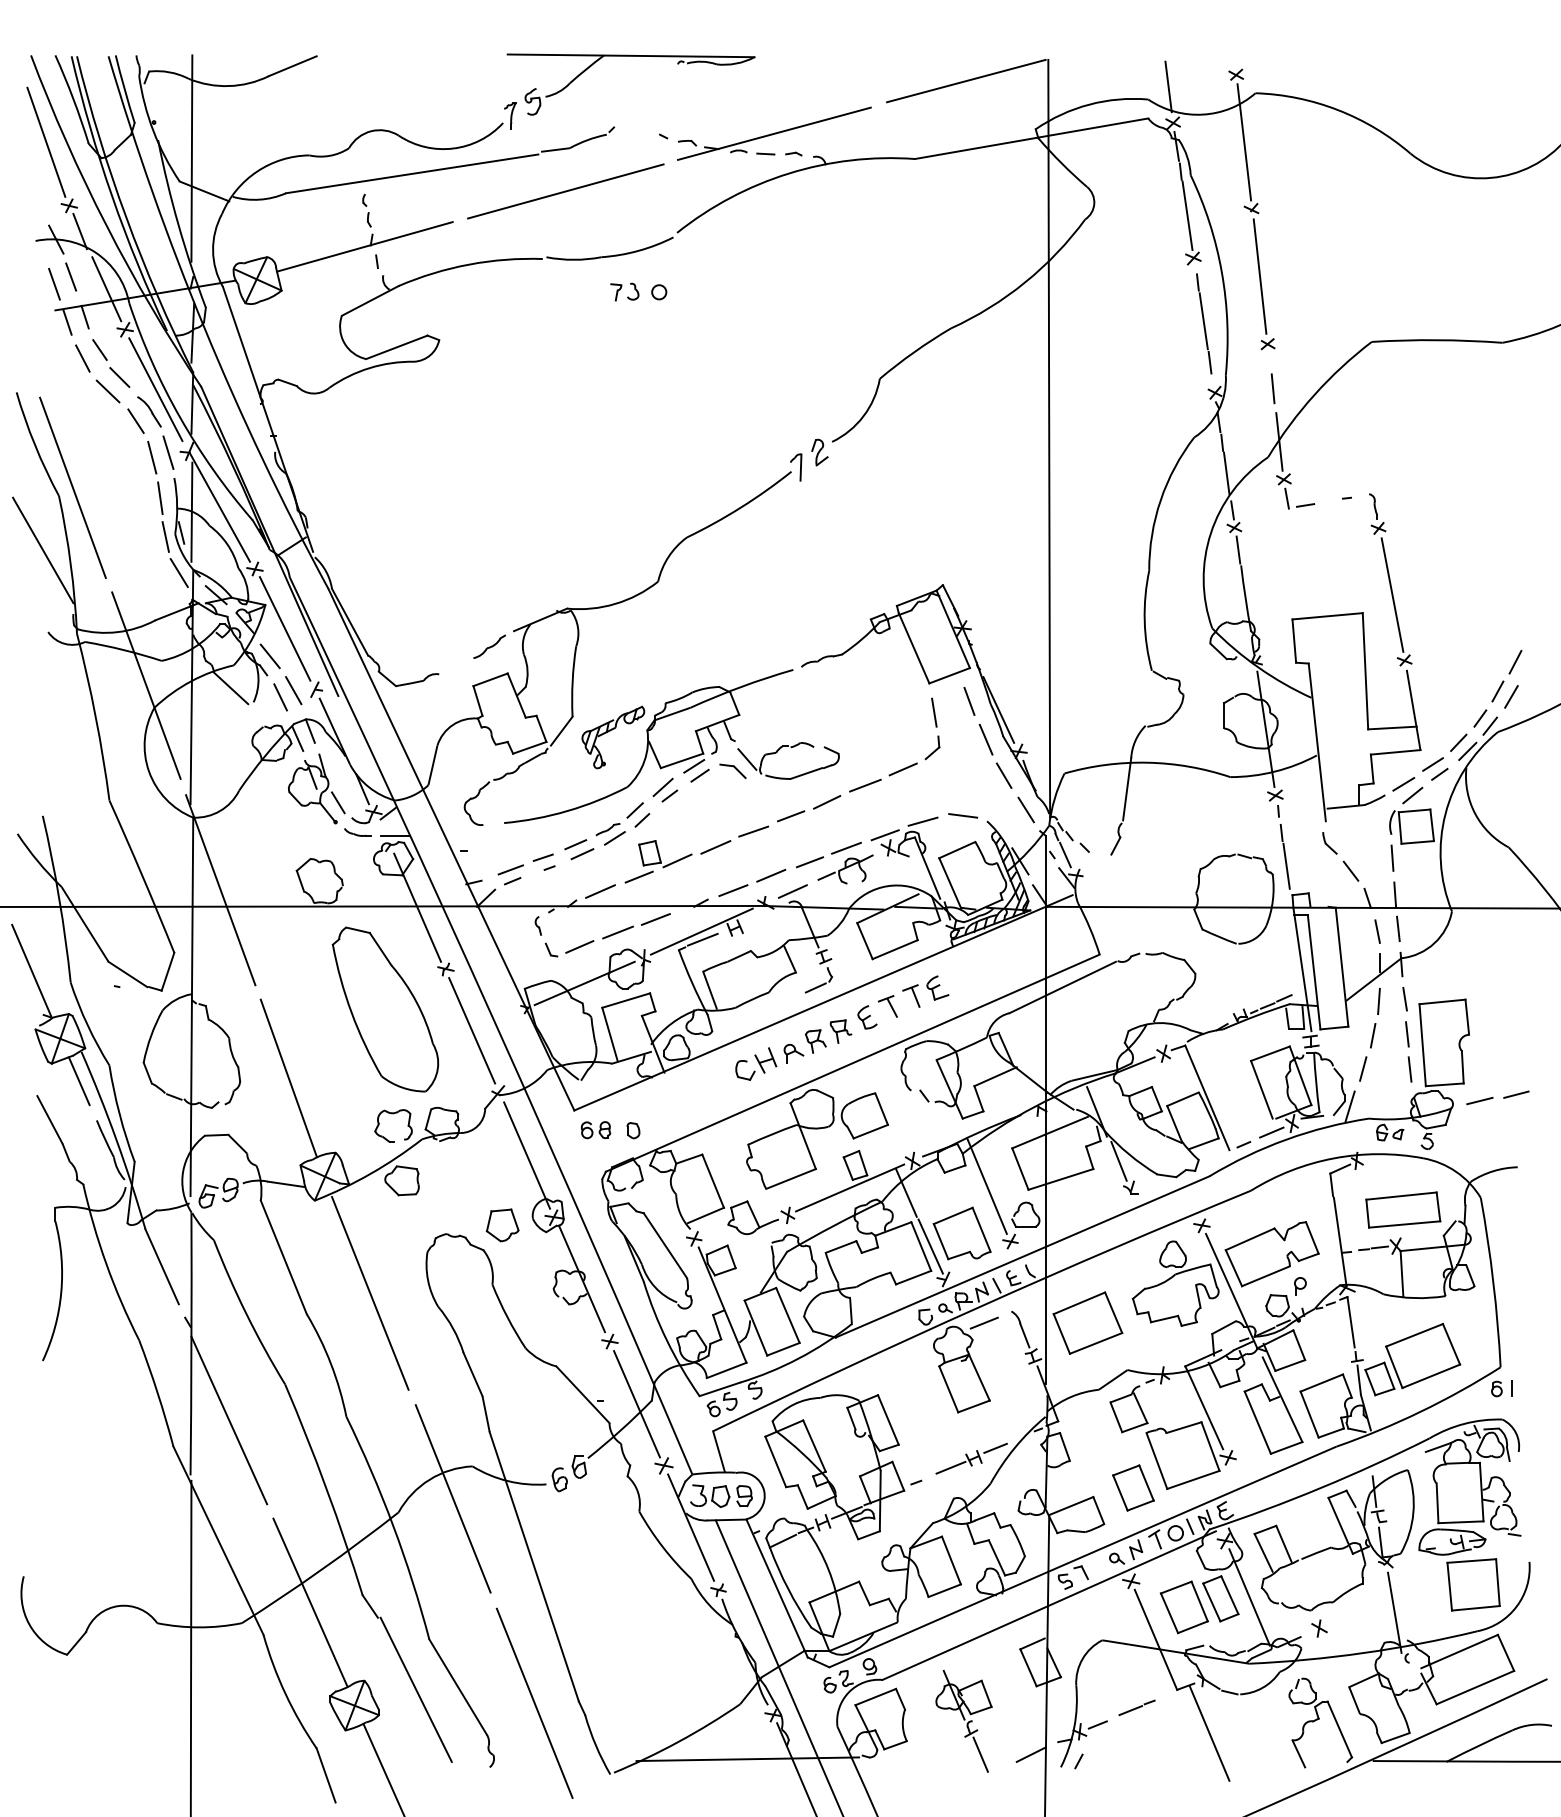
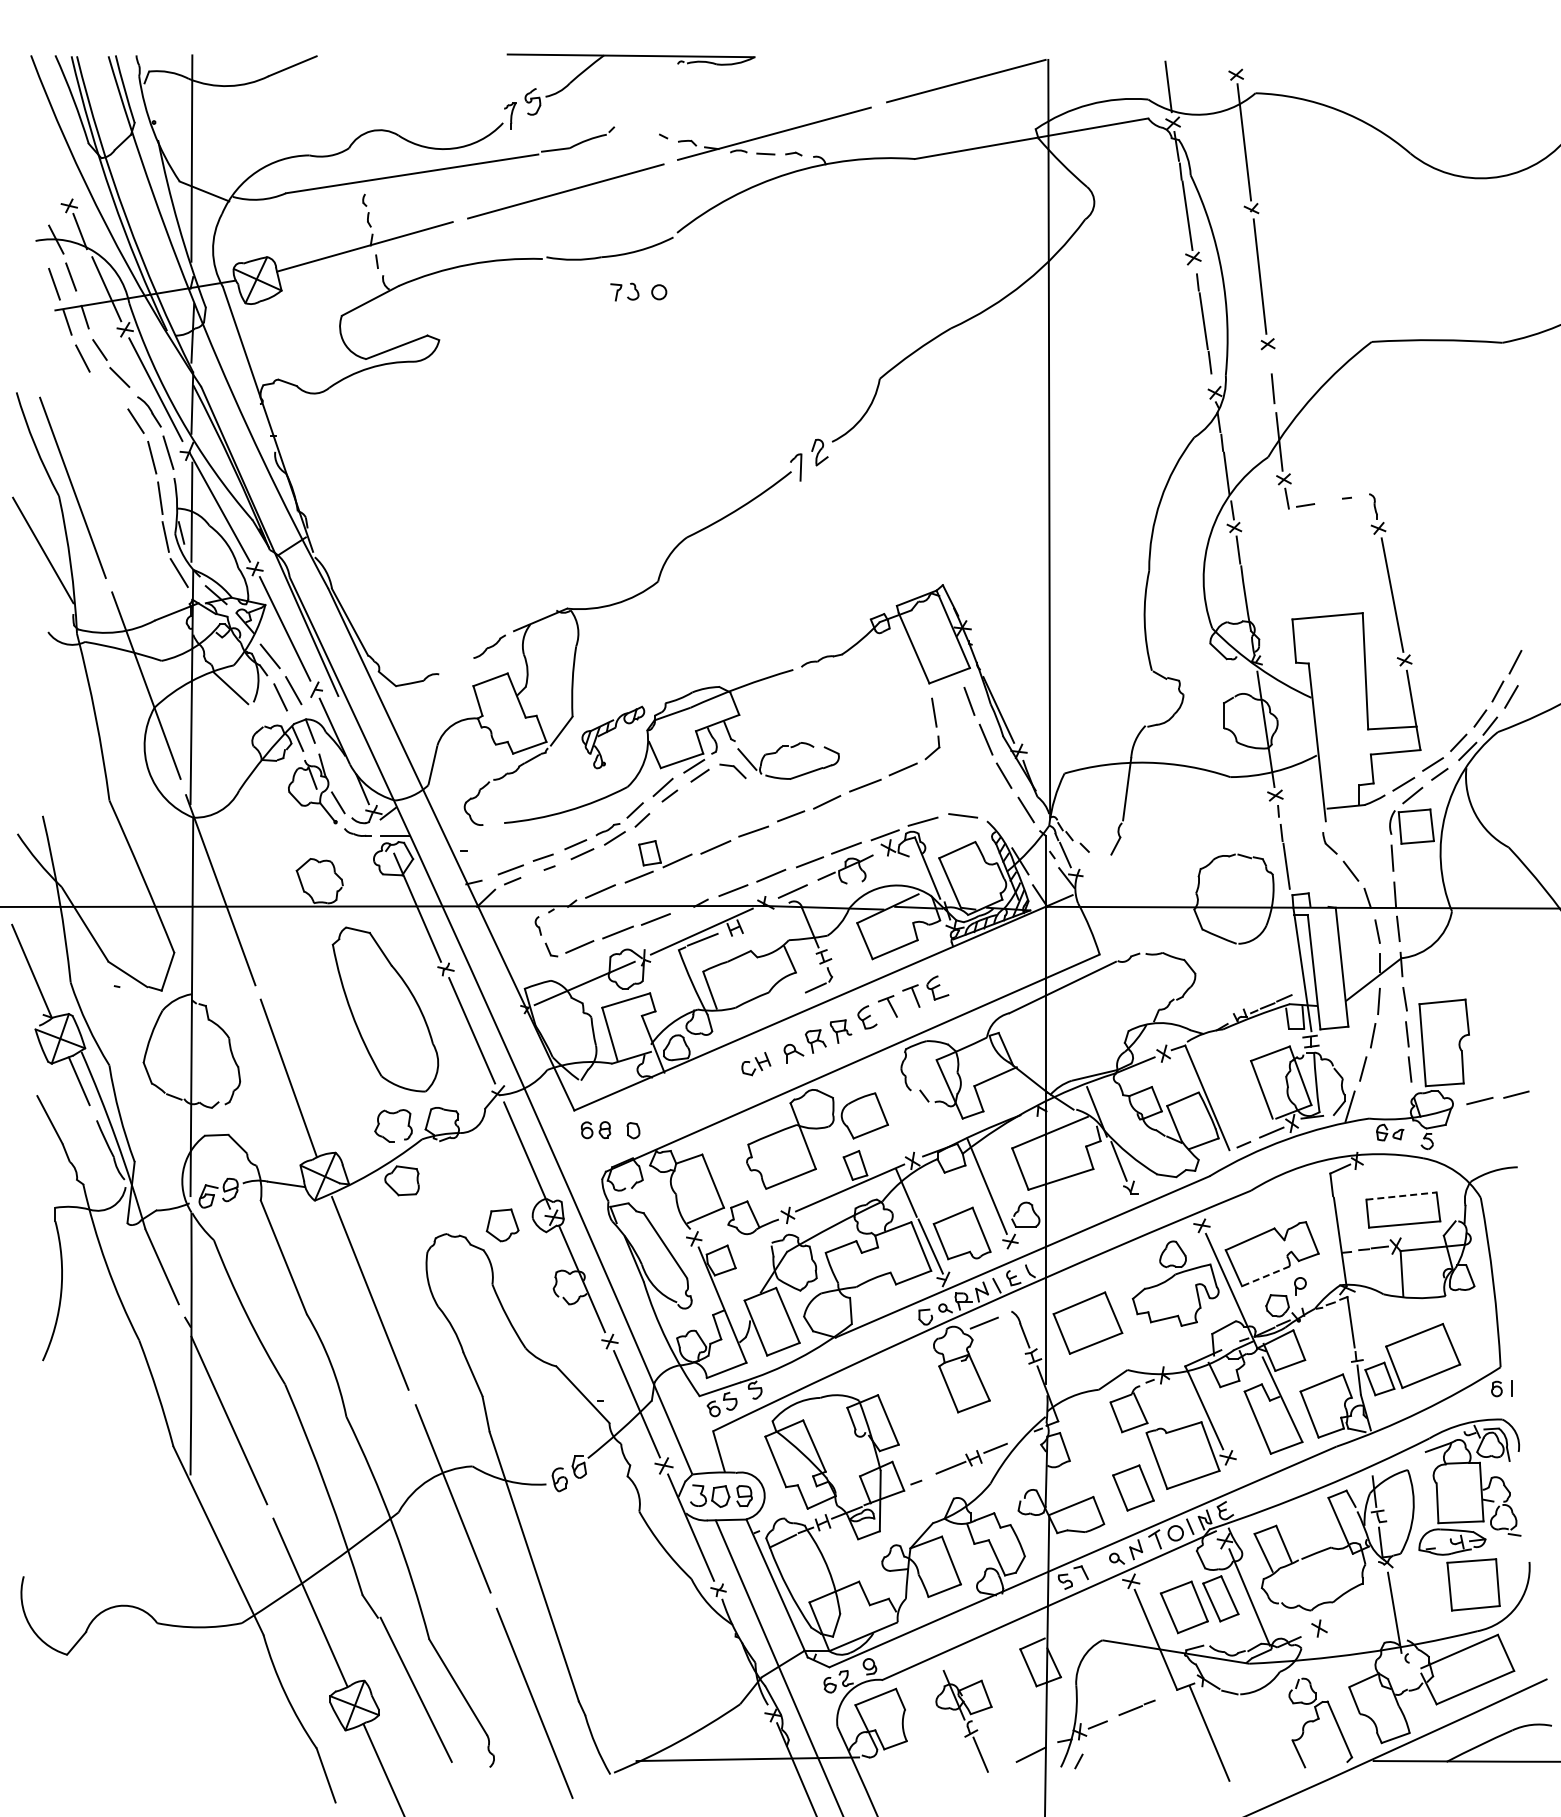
line at (46, 141): present -> none
line at (107, 391): present -> none
part at (756, 1063) size: 43x34 px -> 31x25 px
line at (1402, 1196): solid -> dashed
line at (1265, 1276): solid -> dashed
line at (190, 1646): present -> none
